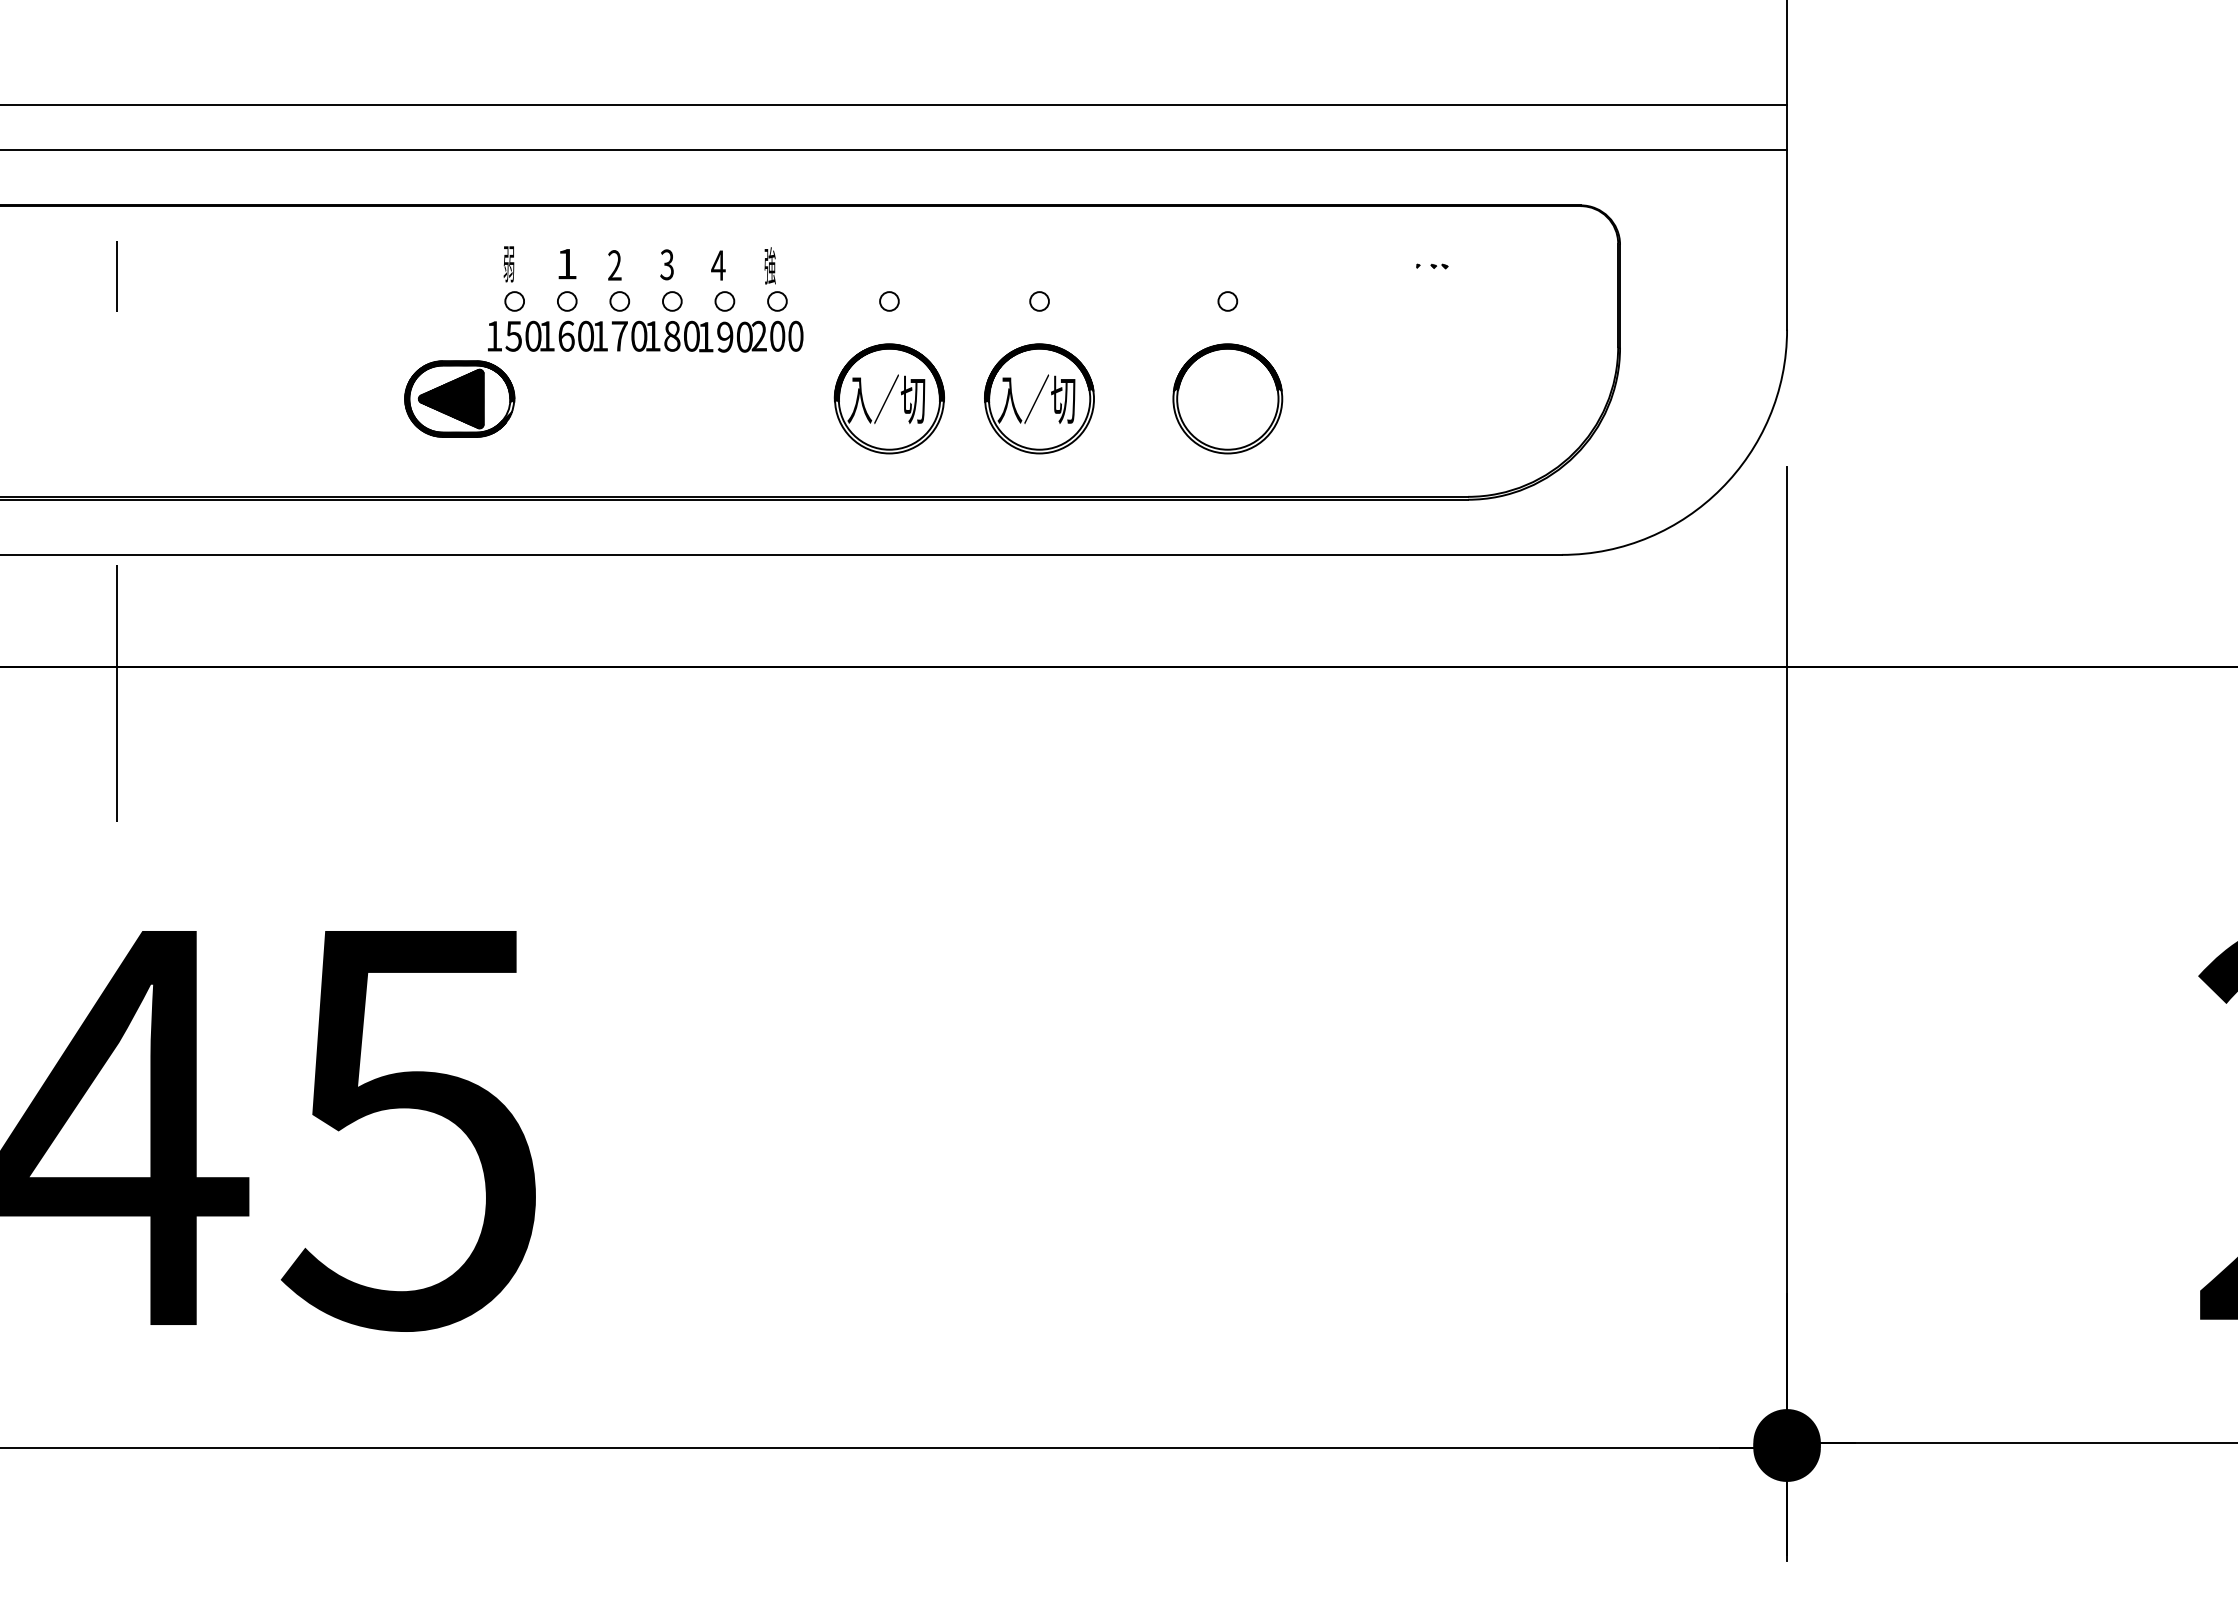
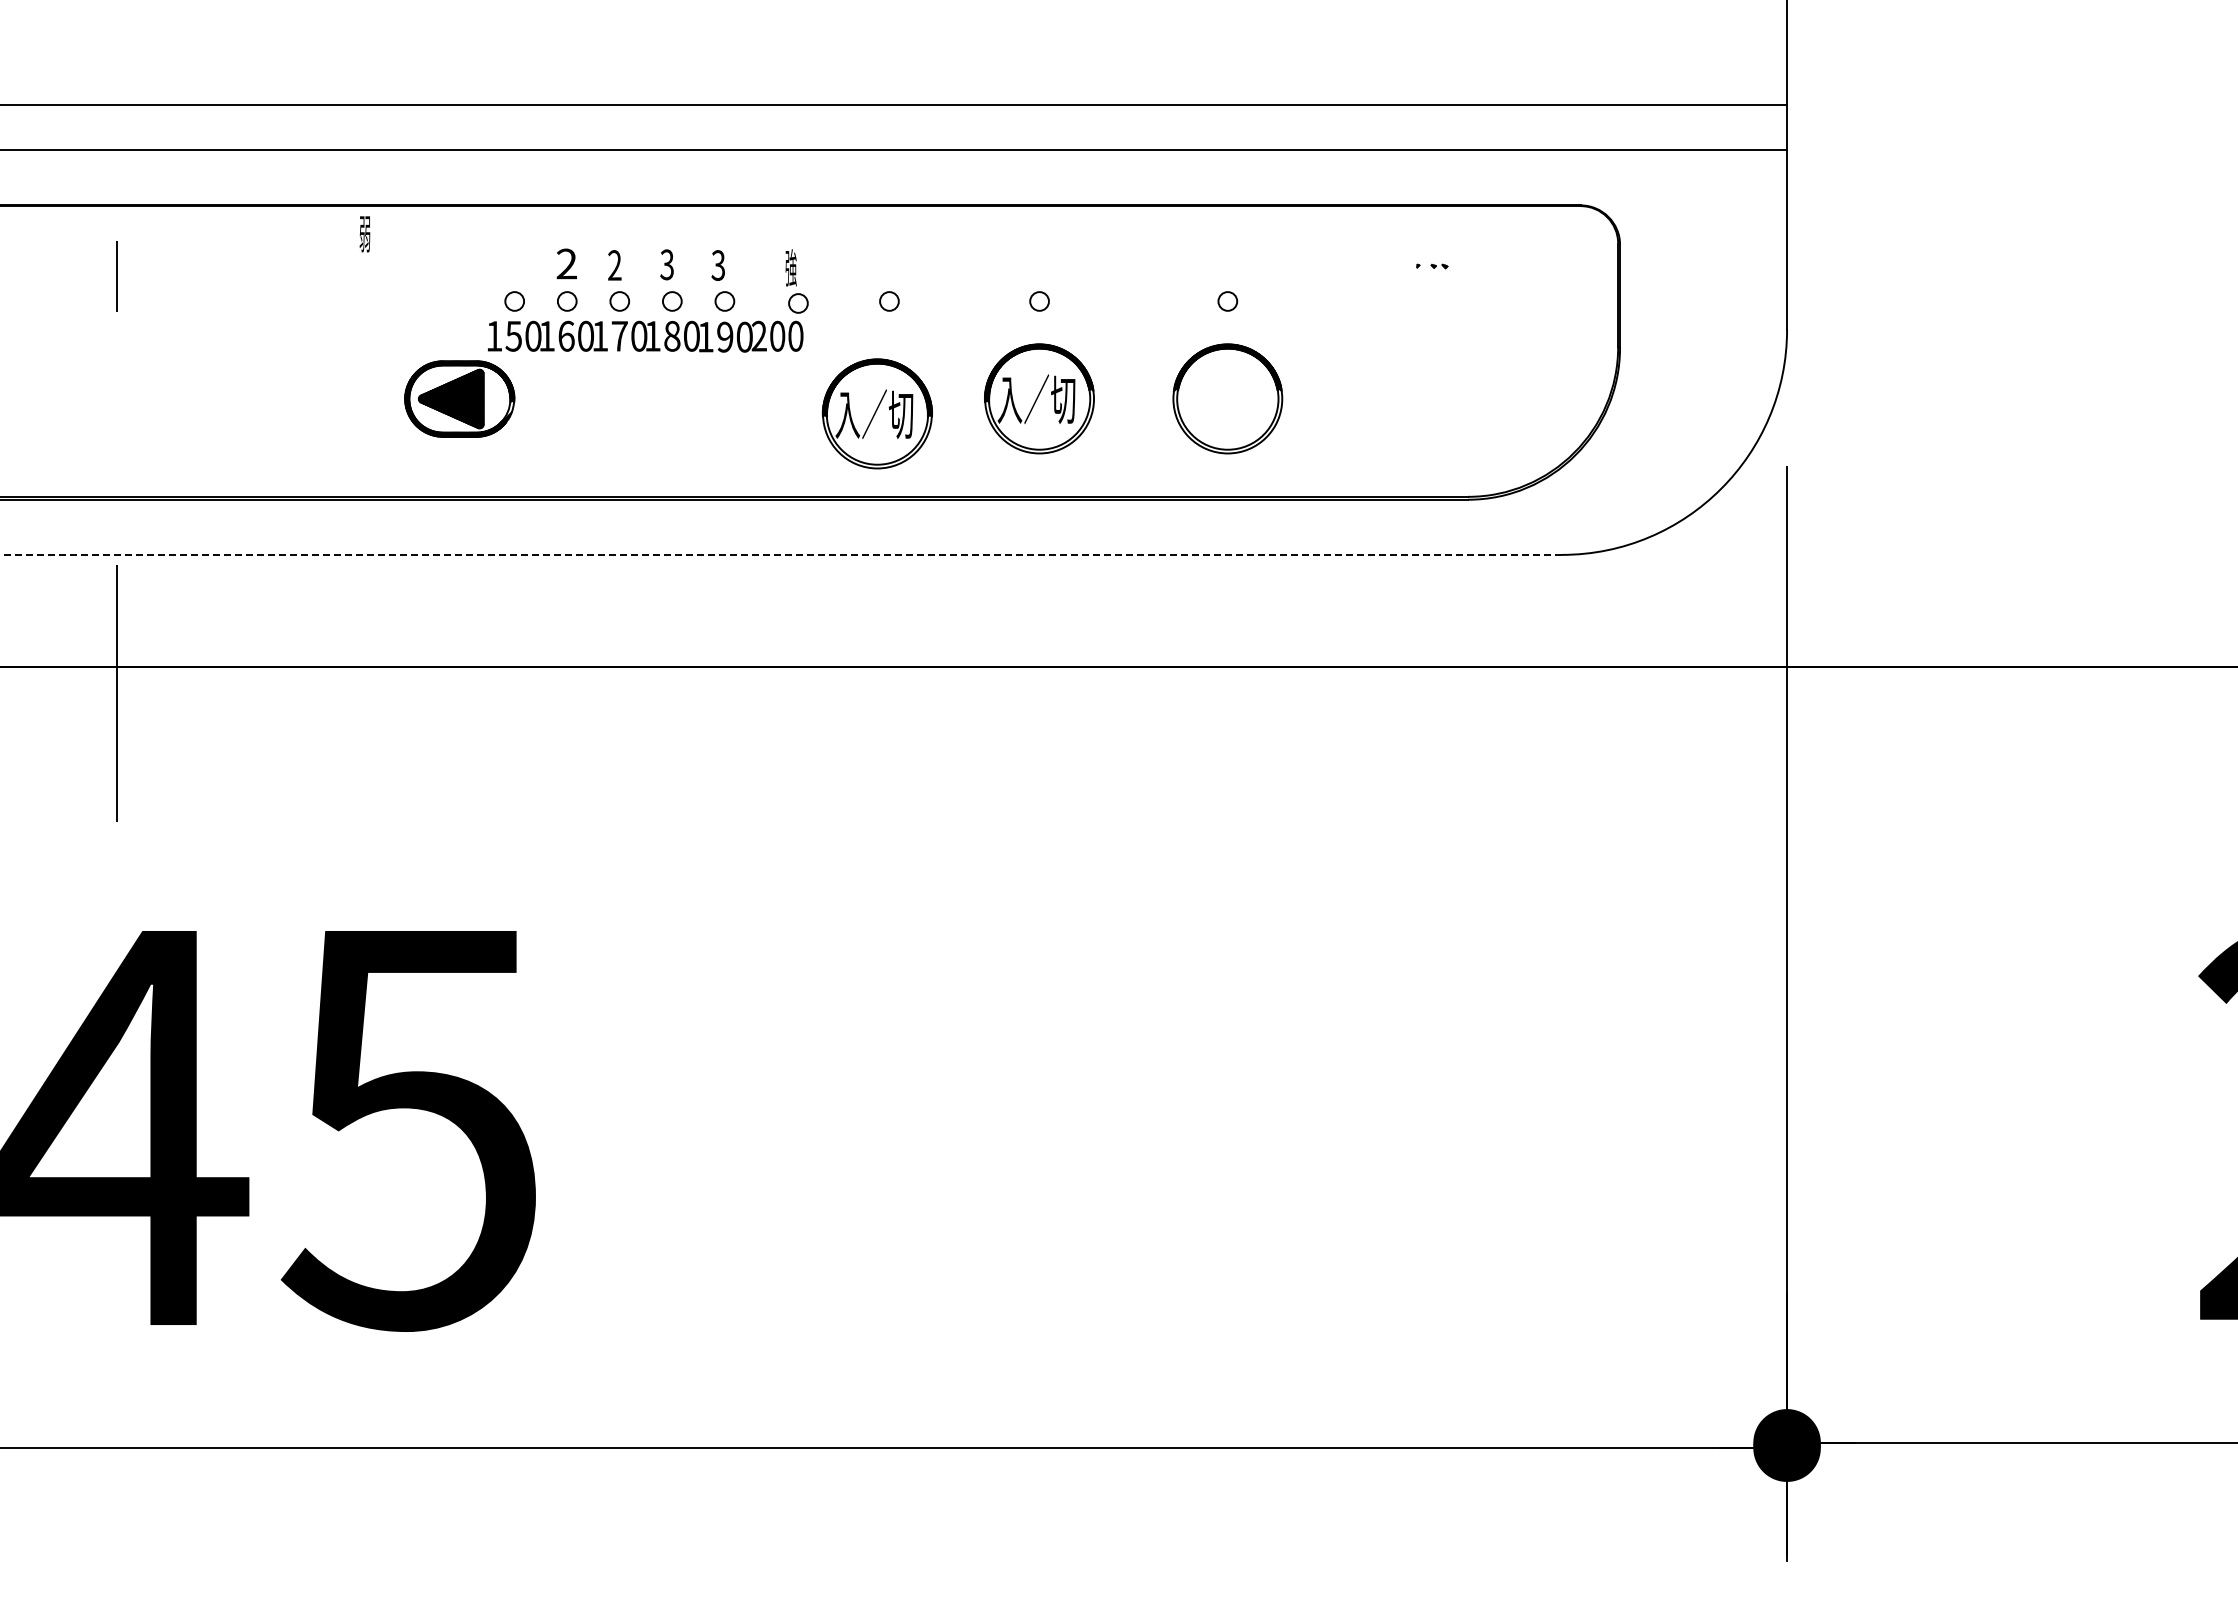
text at (566, 263): 1 -> 2
text at (508, 264) position: (508, 264) -> (364, 234)
text at (718, 265): 4 -> 3
part at (775, 279) position: (775, 279) -> (796, 281)
part at (888, 398) position: (888, 398) -> (876, 413)
line at (781, 554): solid -> dashed
